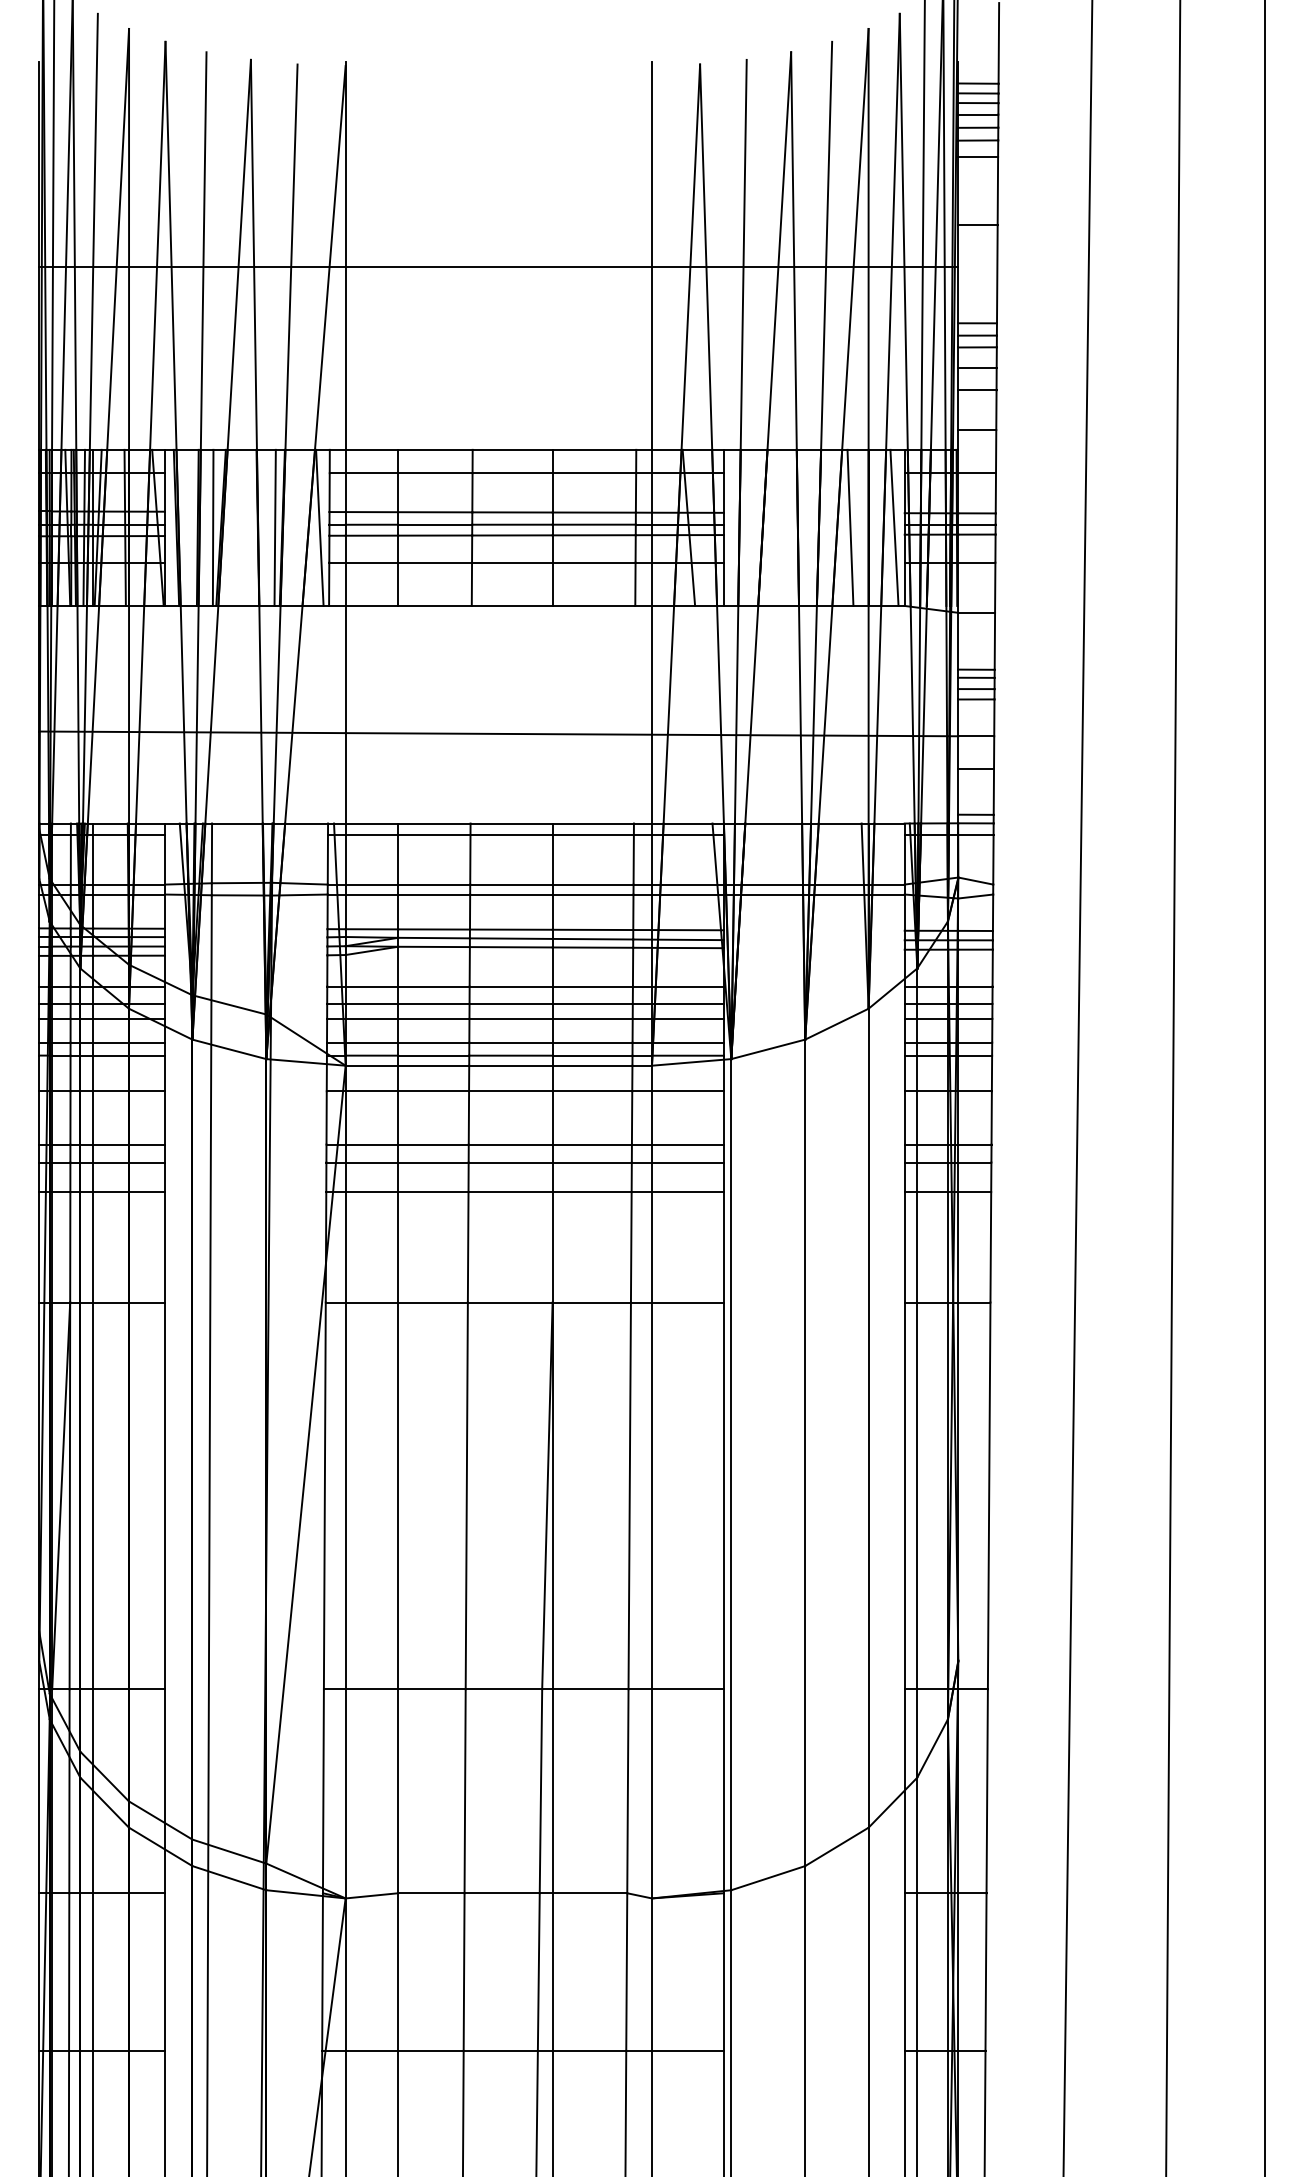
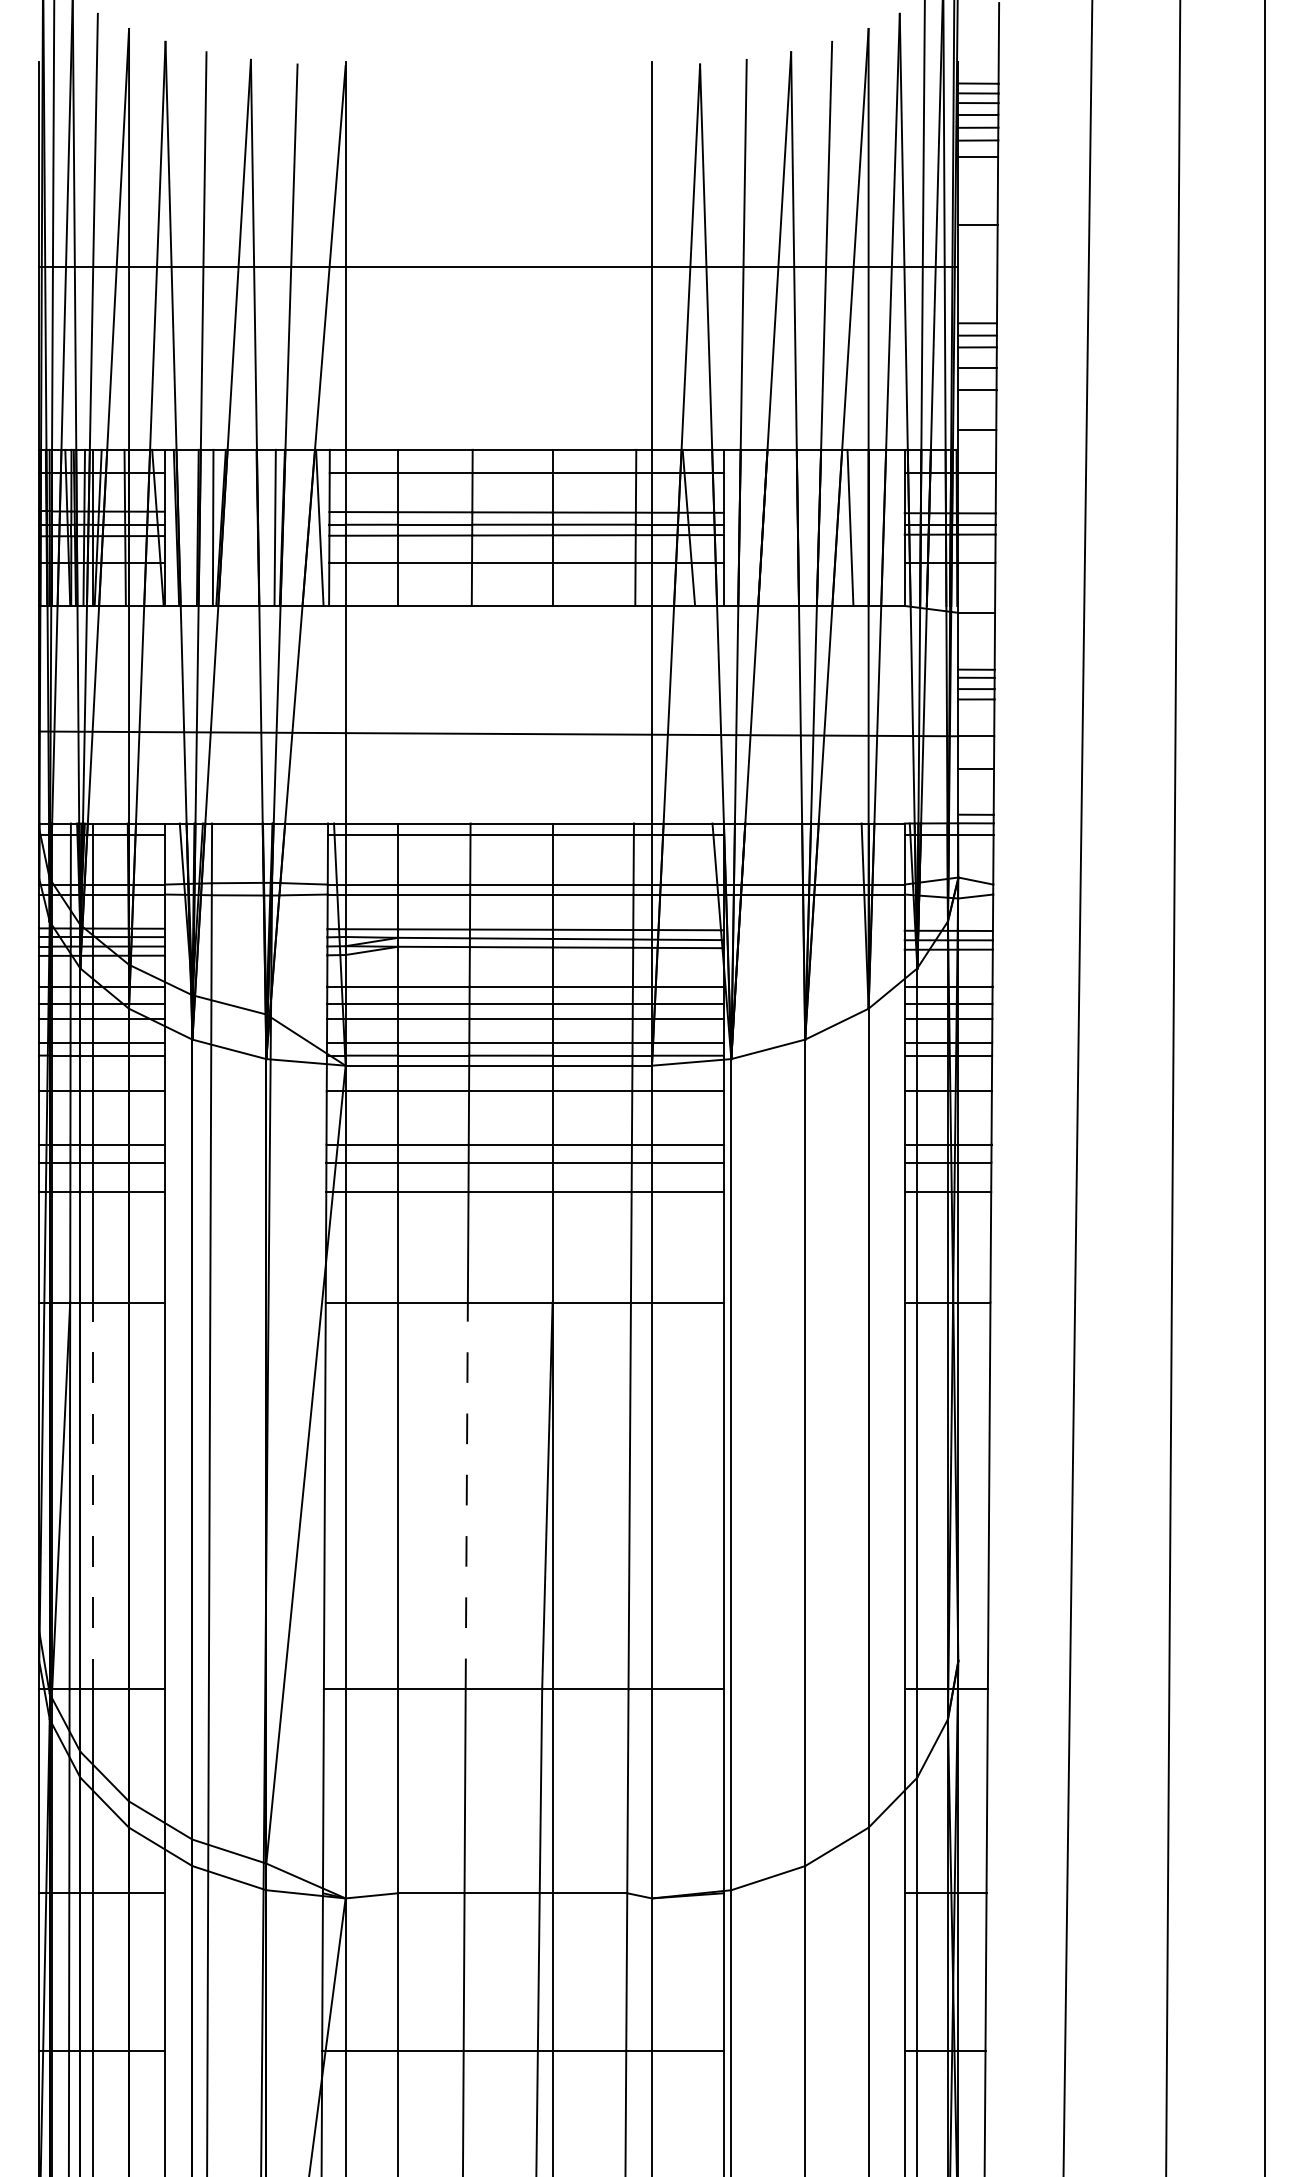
line at (894, 527): present -> none
line at (93, 1495): solid -> dashed
line at (466, 1495): solid -> dashed
